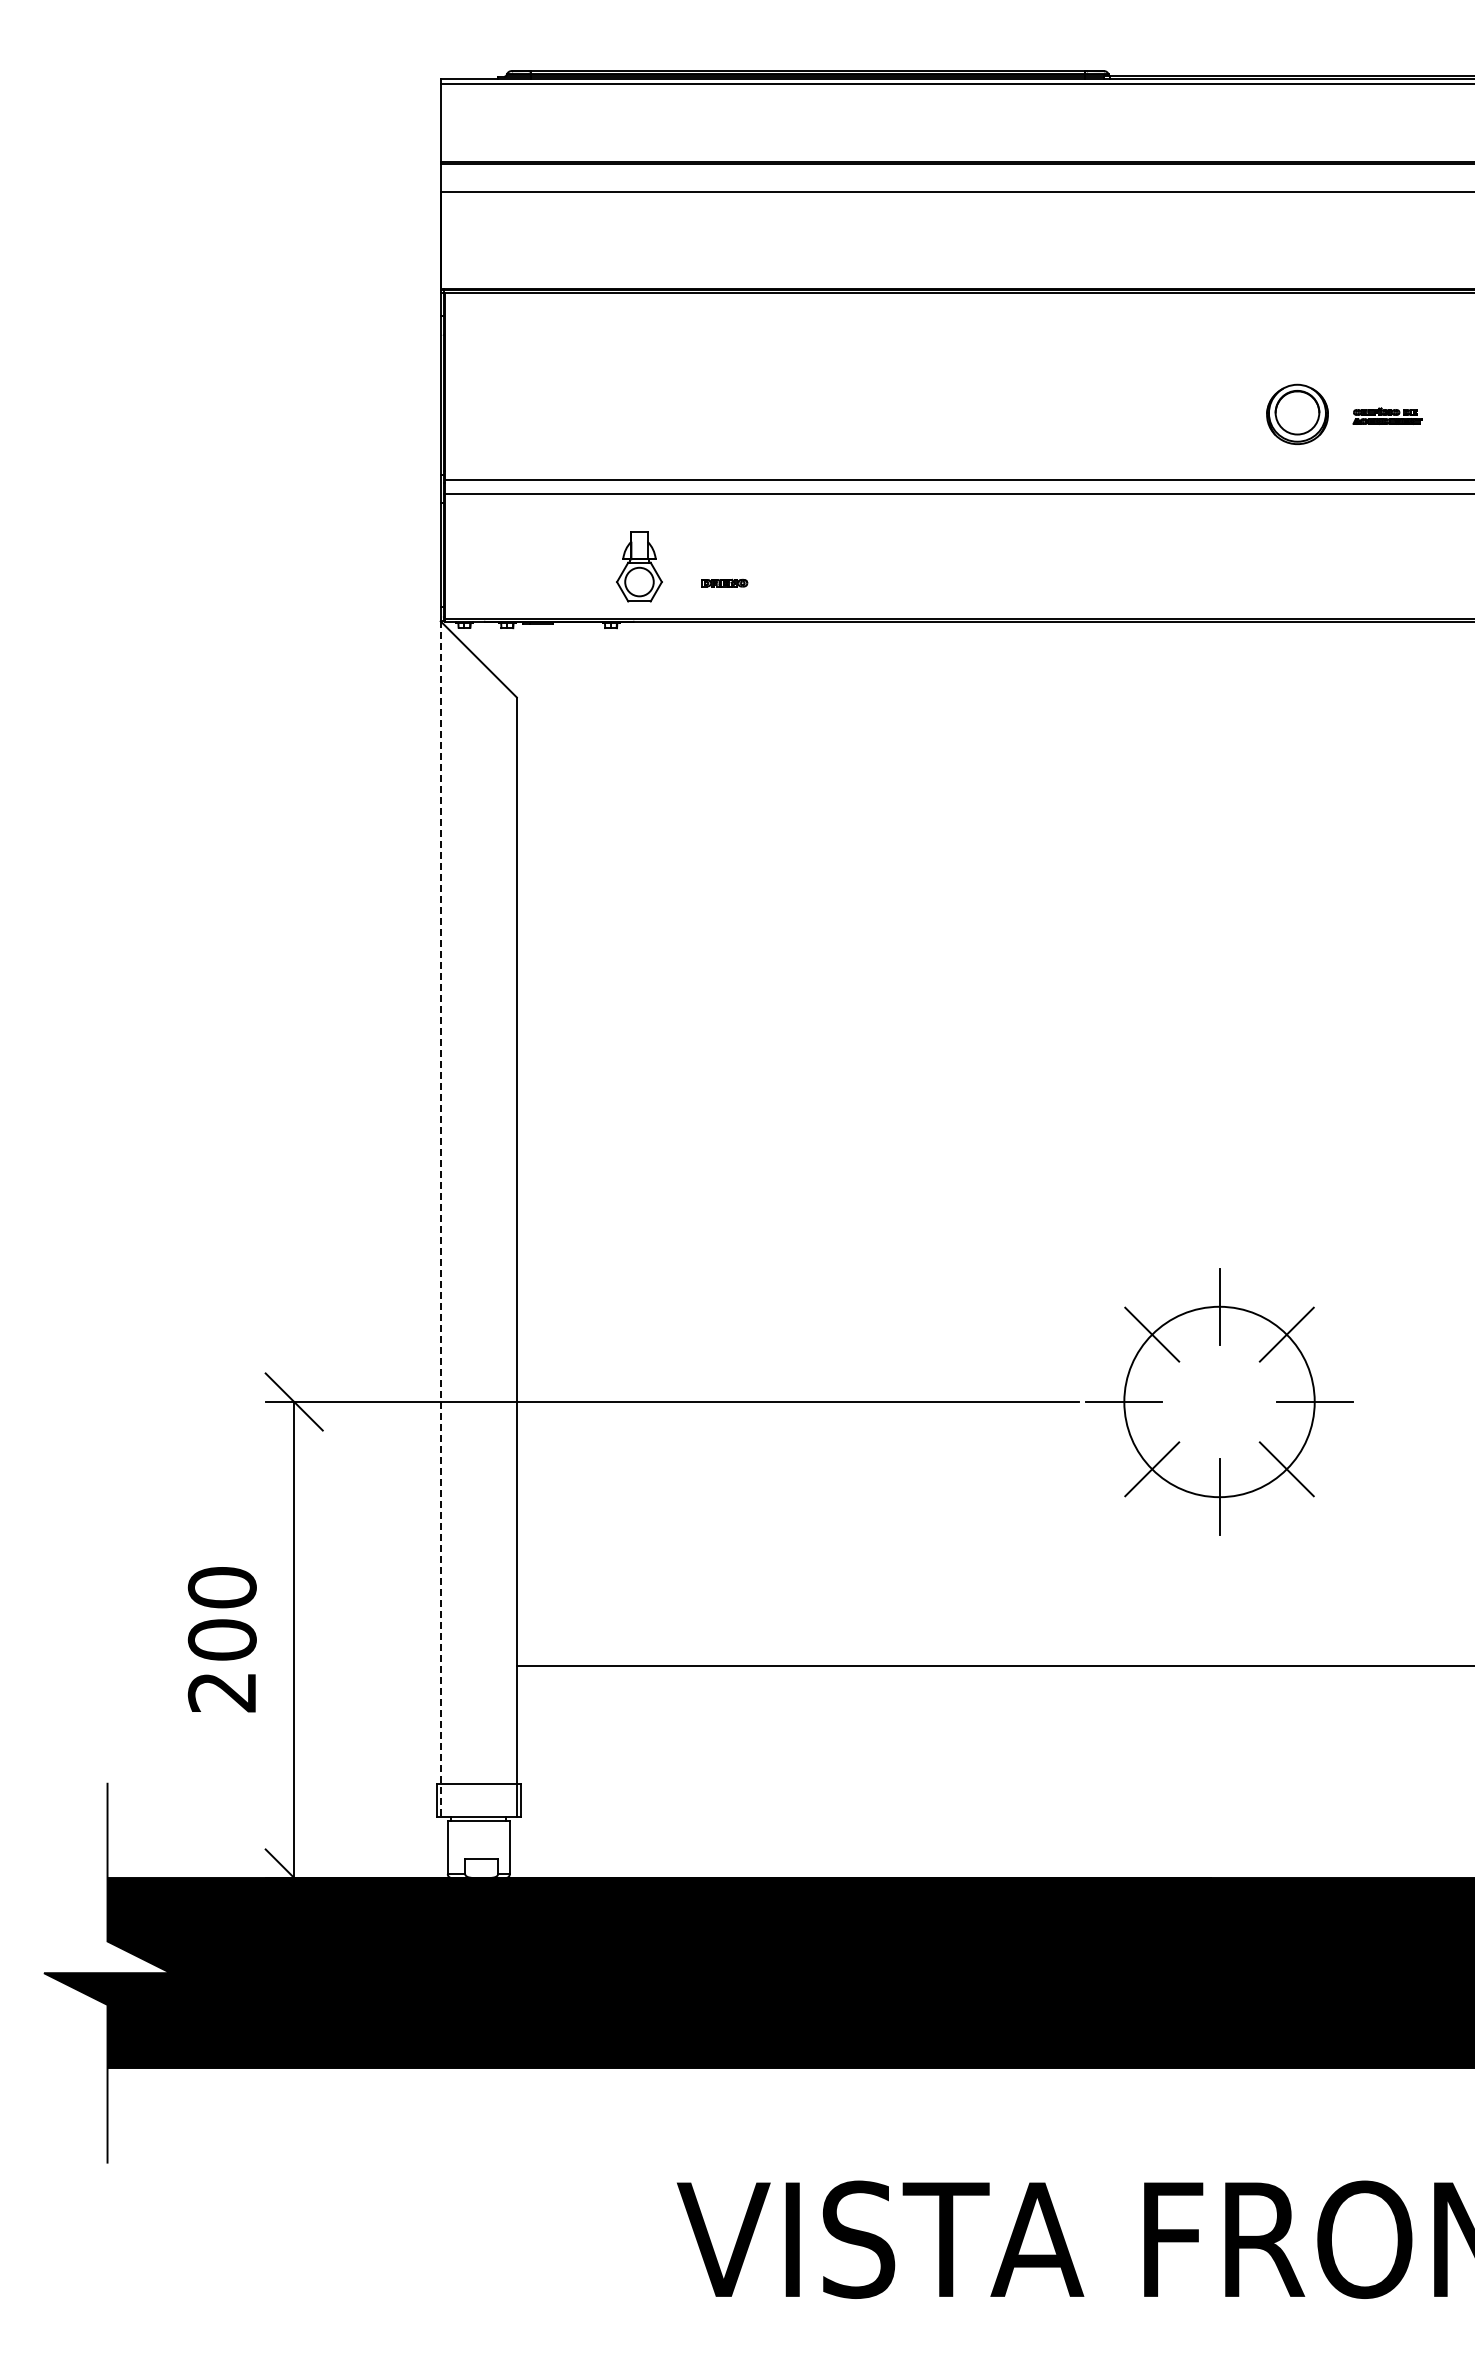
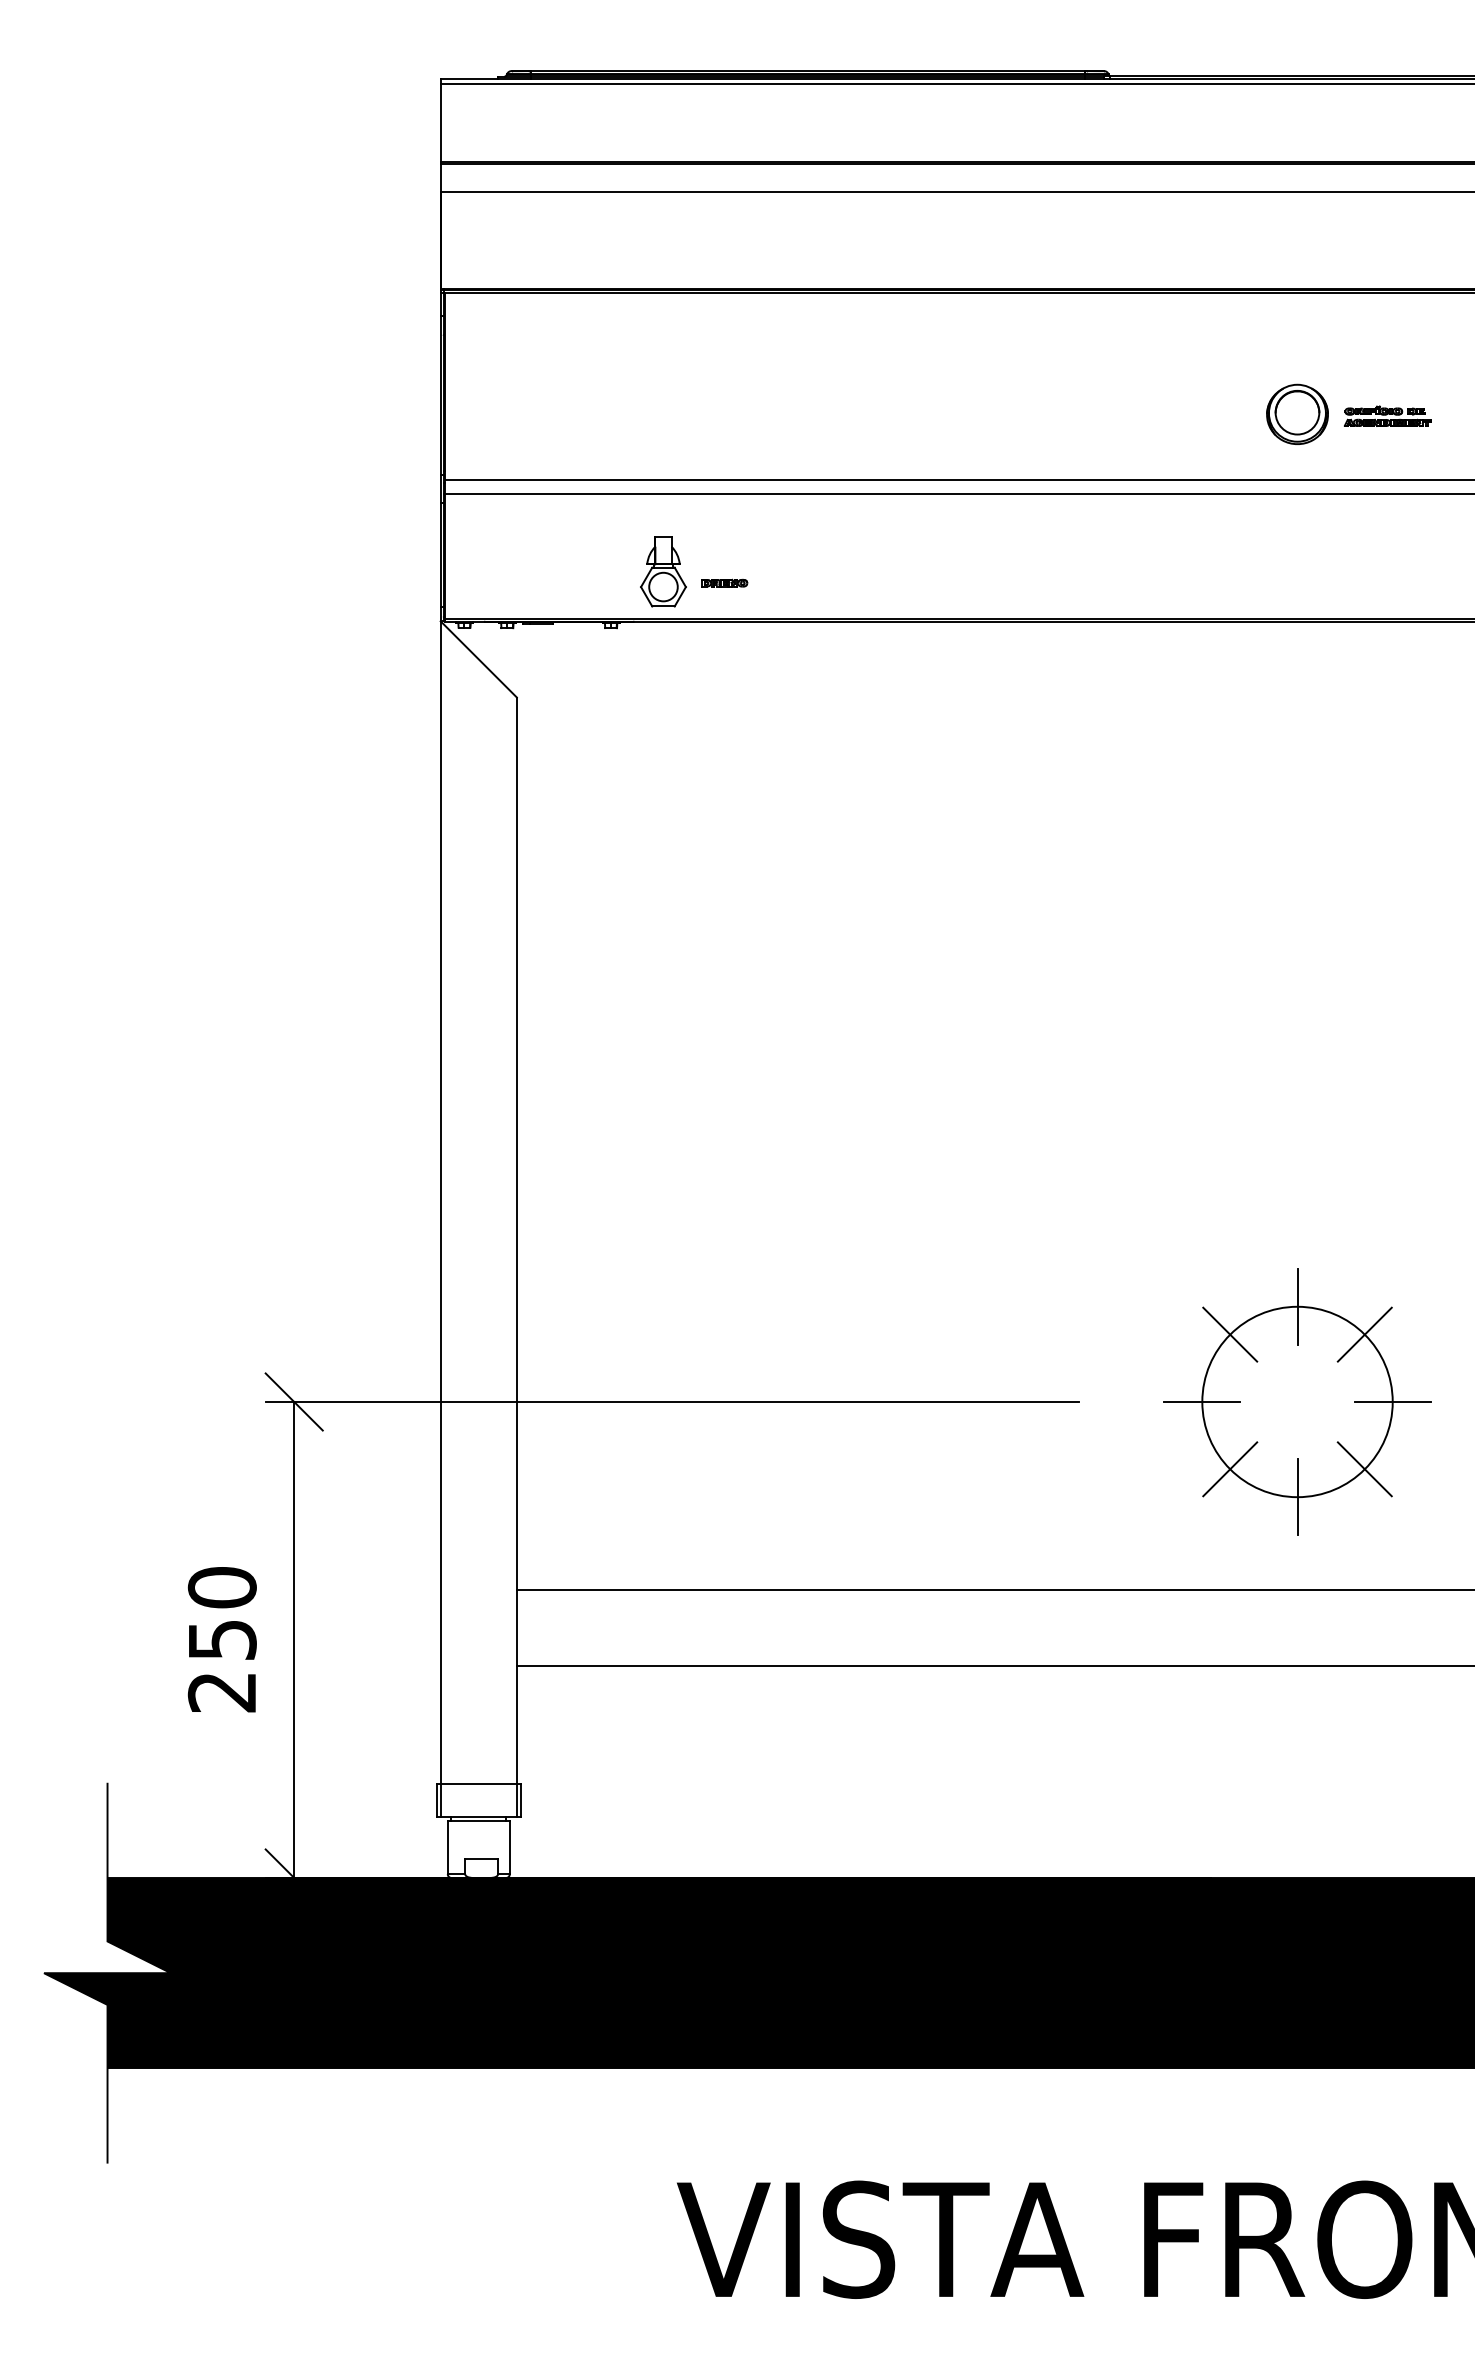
part at (1387, 415) size: 71x18 px -> 88x22 px
part at (639, 566) position: (639, 566) -> (663, 571)
line at (440, 1219): dashed -> solid
part at (1219, 1401) position: (1219, 1401) -> (1297, 1401)
line at (993, 1589): none -> present
text at (221, 1639): 200 -> 250
